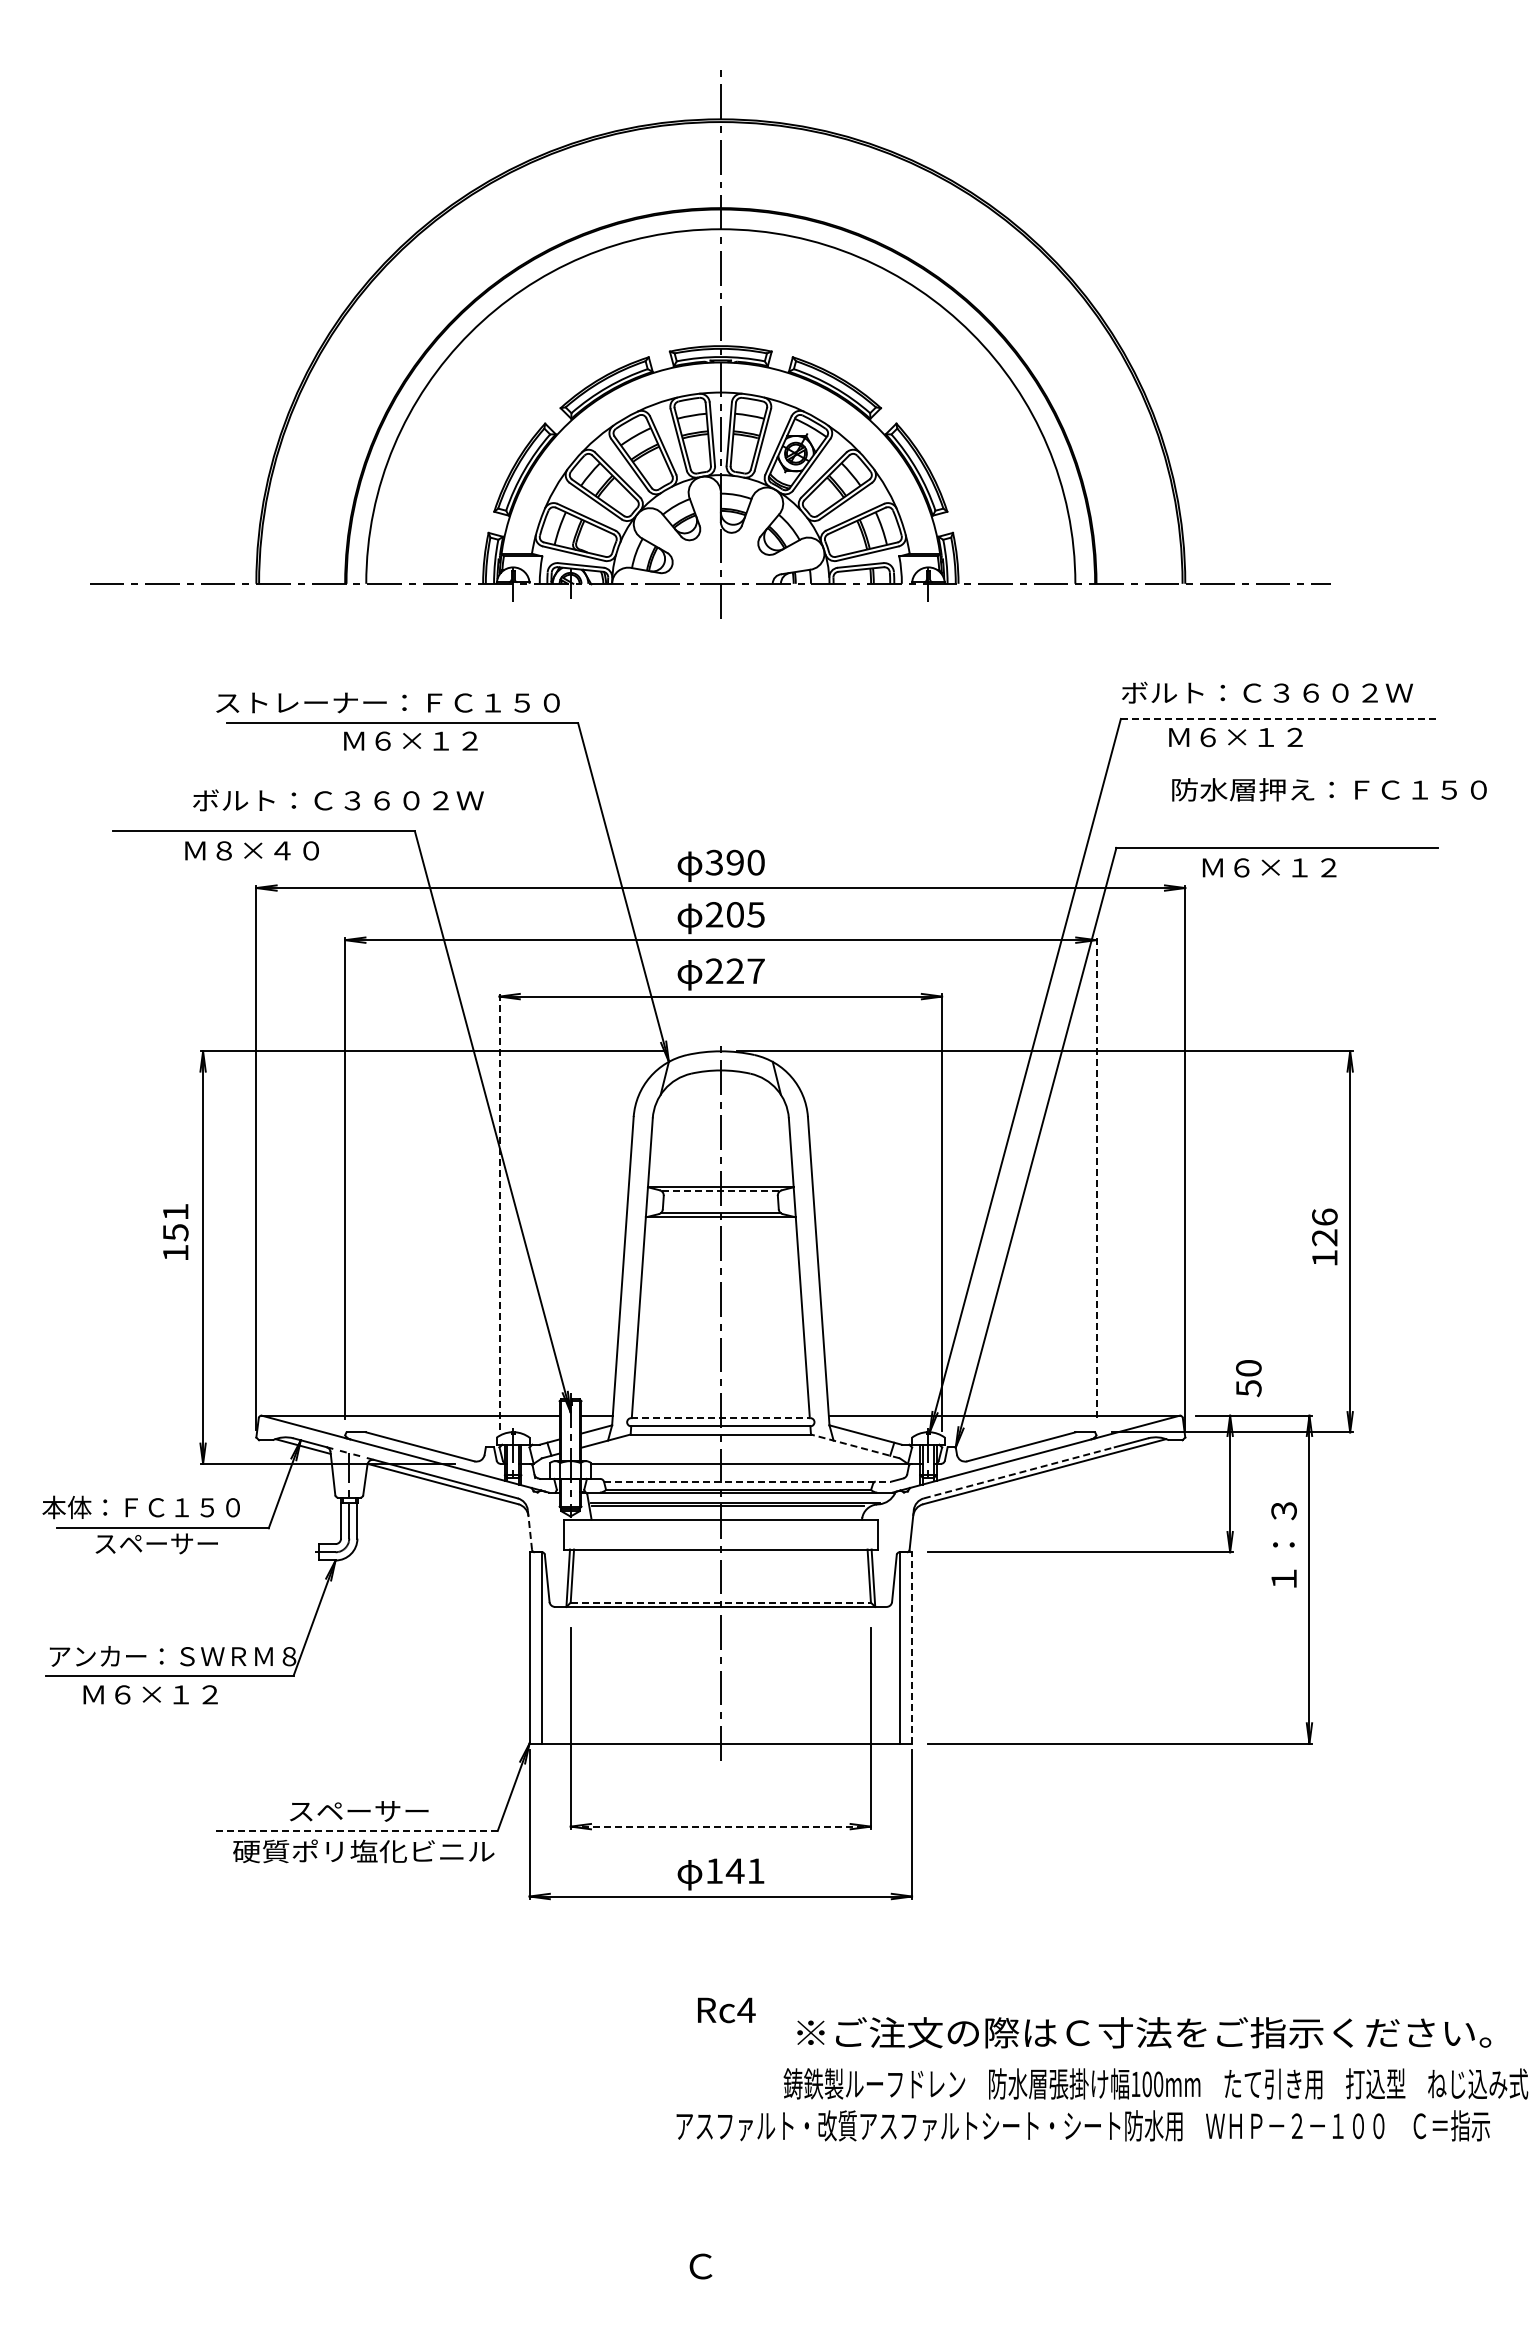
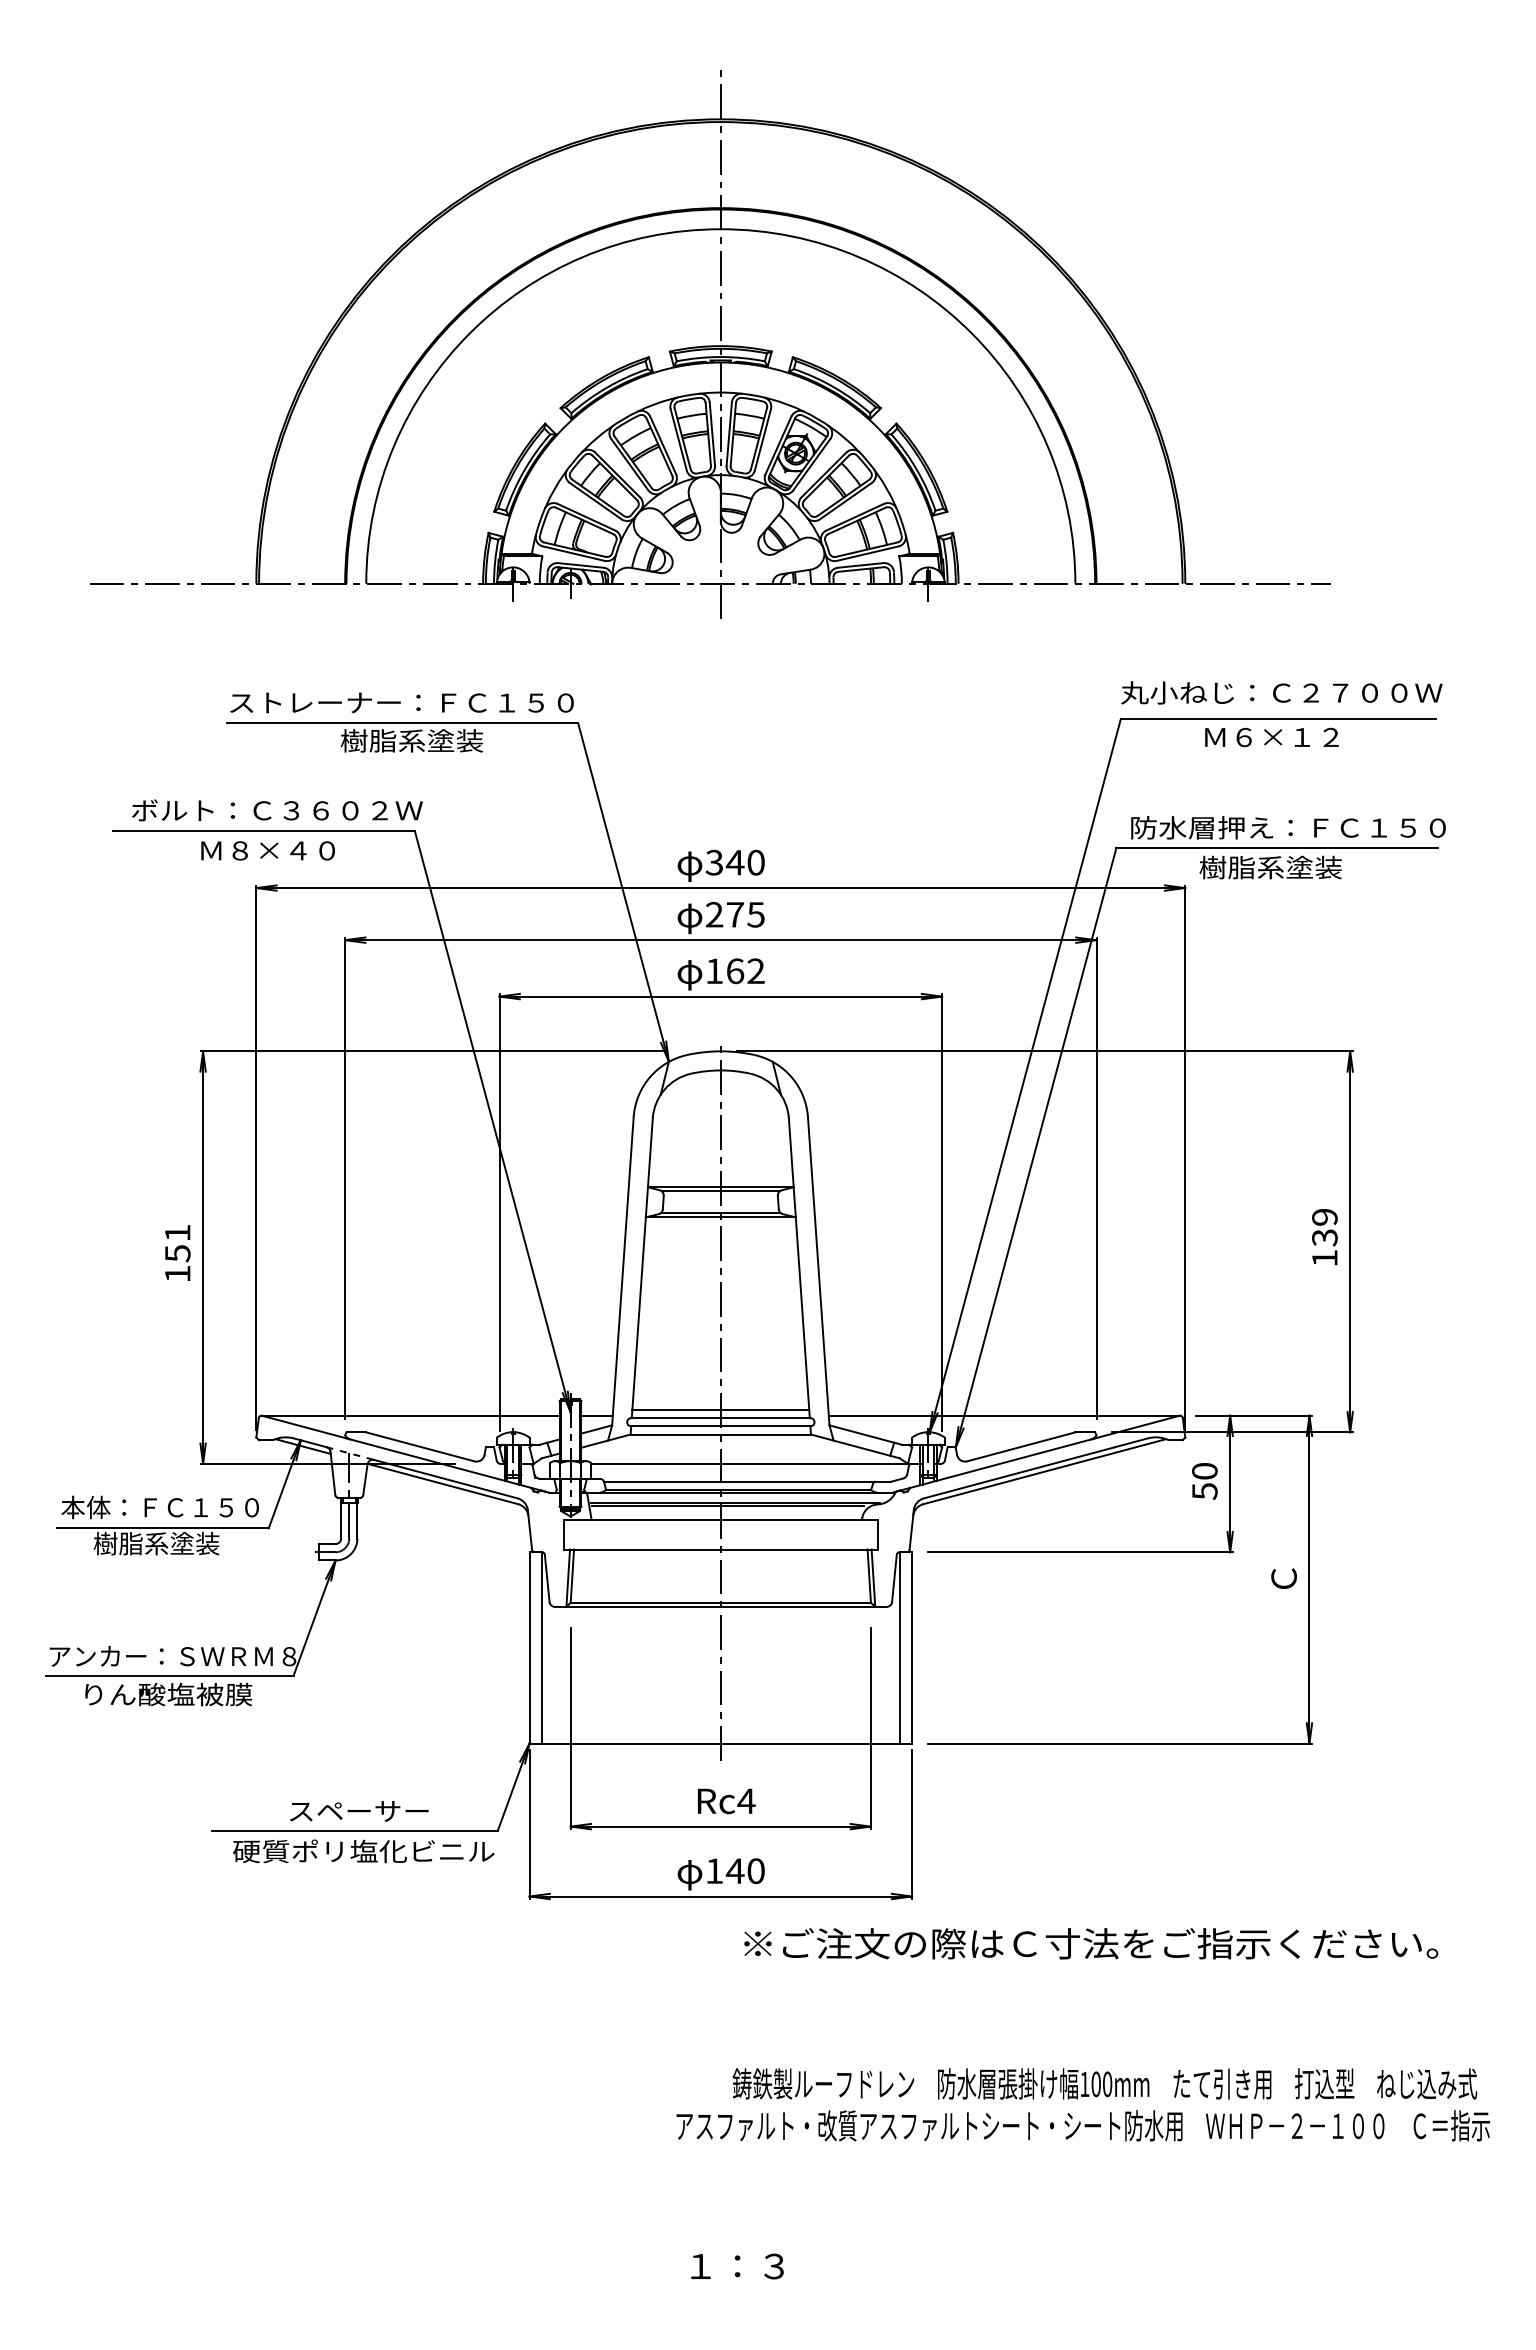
text at (1281, 692): ボルト：Ｃ３６０２Ｗ -> 丸小ねじ：Ｃ２７００Ｗ
text at (387, 702) position: (387, 702) -> (401, 702)
line at (1278, 718): dashed -> solid
text at (1235, 737) position: (1235, 737) -> (1271, 737)
text at (411, 740): Ｍ６×１２ -> 樹脂系塗装
text at (1329, 789) position: (1329, 789) -> (1288, 827)
text at (338, 800) position: (338, 800) -> (277, 810)
text at (251, 850) position: (251, 850) -> (267, 850)
text at (734, 862): 390 -> 340
text at (1270, 867): Ｍ６×１２ -> 樹脂系塗装
text at (735, 914): 205 -> 275
text at (734, 971): 227 -> 162
line at (1096, 1178): dashed -> solid
line at (720, 1191): dashed -> solid
line at (499, 1213): dashed -> solid
text at (1324, 1227): 126 -> 139
text at (175, 1231) position: (175, 1231) -> (177, 1252)
text at (1248, 1378) position: (1248, 1378) -> (1204, 1481)
line at (720, 1409): none -> present
line at (720, 1418): dashed -> solid
line at (855, 1446): dashed -> solid
line at (1019, 1472): dashed -> solid
line at (747, 1481): dashed -> solid
text at (140, 1507) position: (140, 1507) -> (159, 1507)
line at (529, 1530): dashed -> solid
text at (156, 1543): スペーサー -> 樹脂系塗装
text at (1283, 1545): １：３ -> Ｃ
line at (721, 1602): dashed -> solid
line at (912, 1647): dashed -> solid
text at (167, 1694): Ｍ６×１２ -> りん酸塩被膜
line at (721, 1826): dashed -> solid
line at (355, 1830): dashed -> solid
text at (755, 1871): 141 -> 140
text at (726, 2010) position: (726, 2010) -> (726, 1801)
text at (1144, 2032) position: (1144, 2032) -> (1091, 1943)
text at (1155, 2083) position: (1155, 2083) -> (1104, 2083)
text at (736, 2266): Ｃ -> １：３
